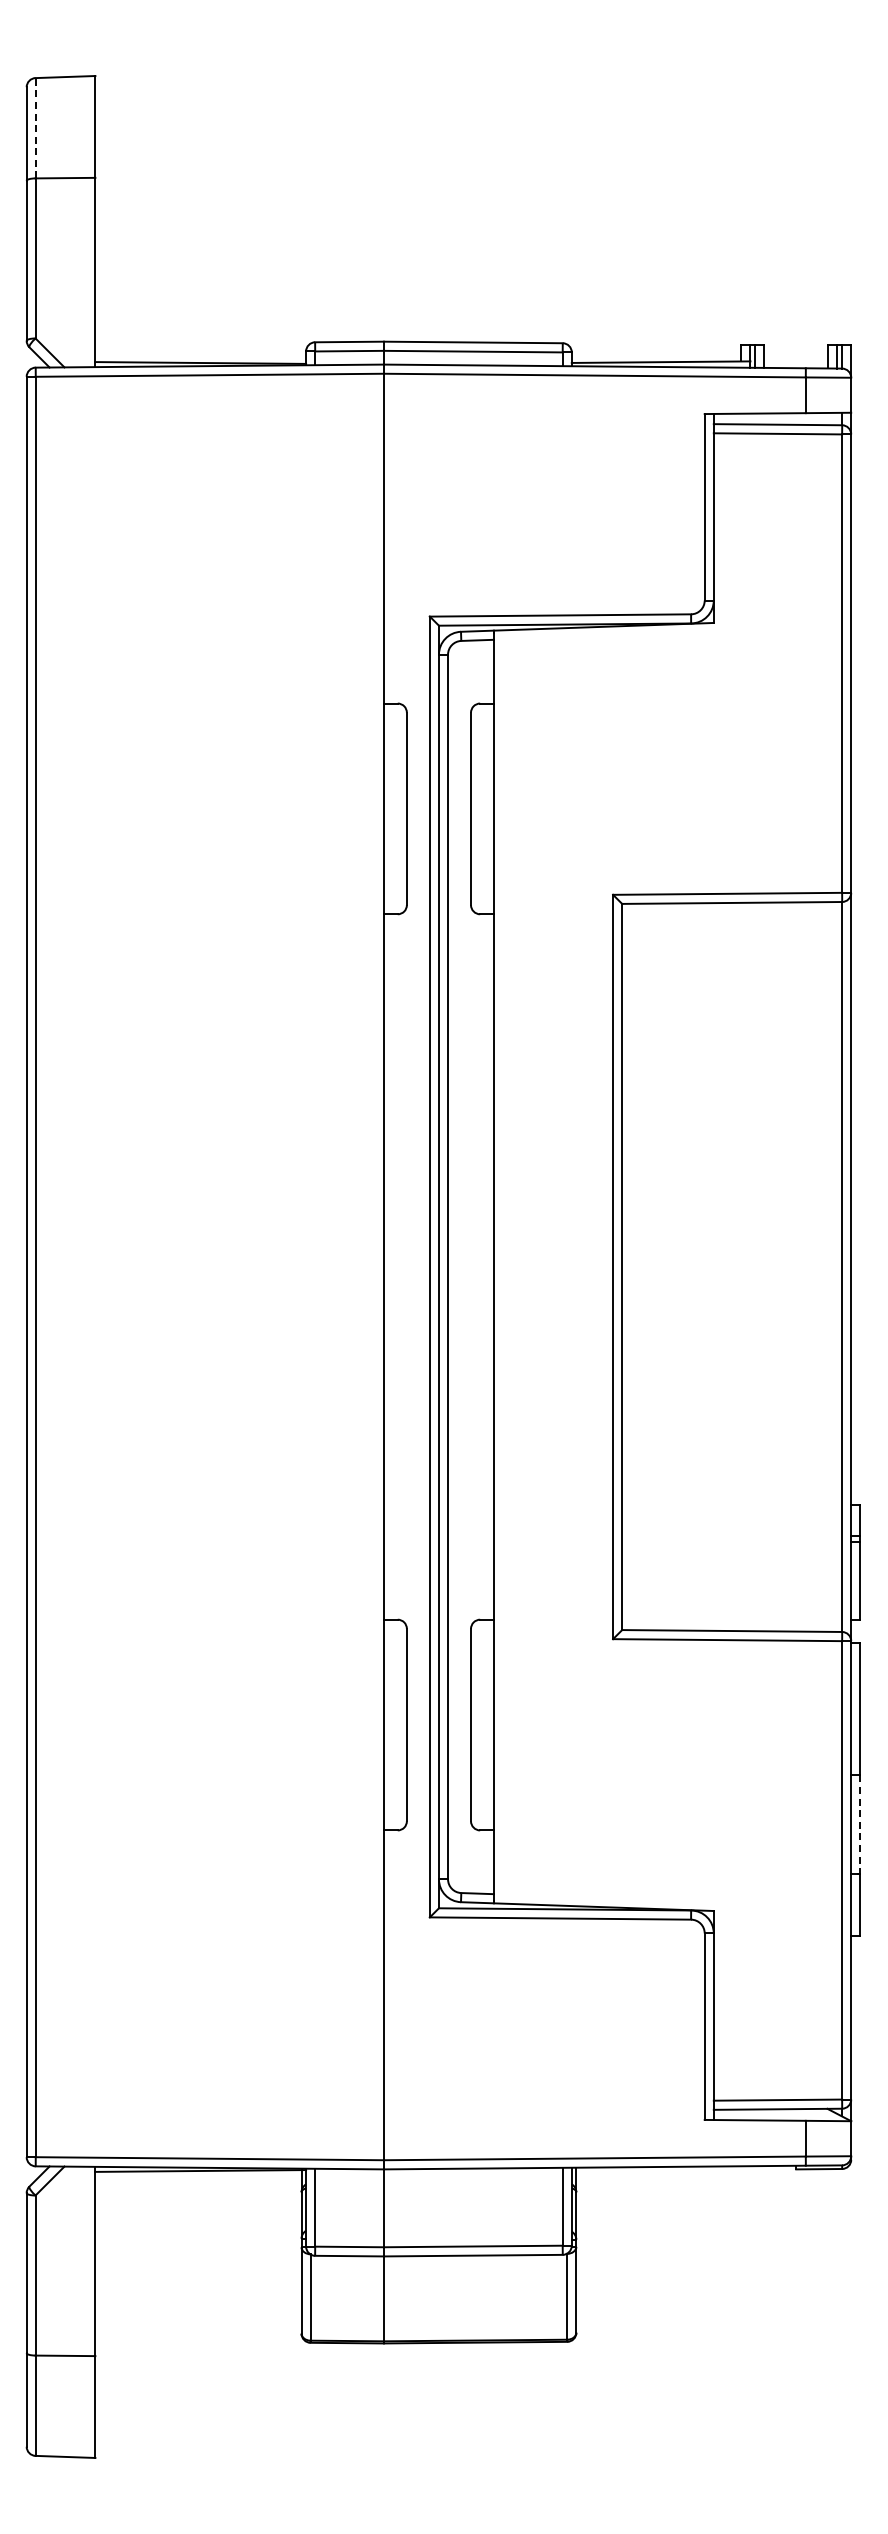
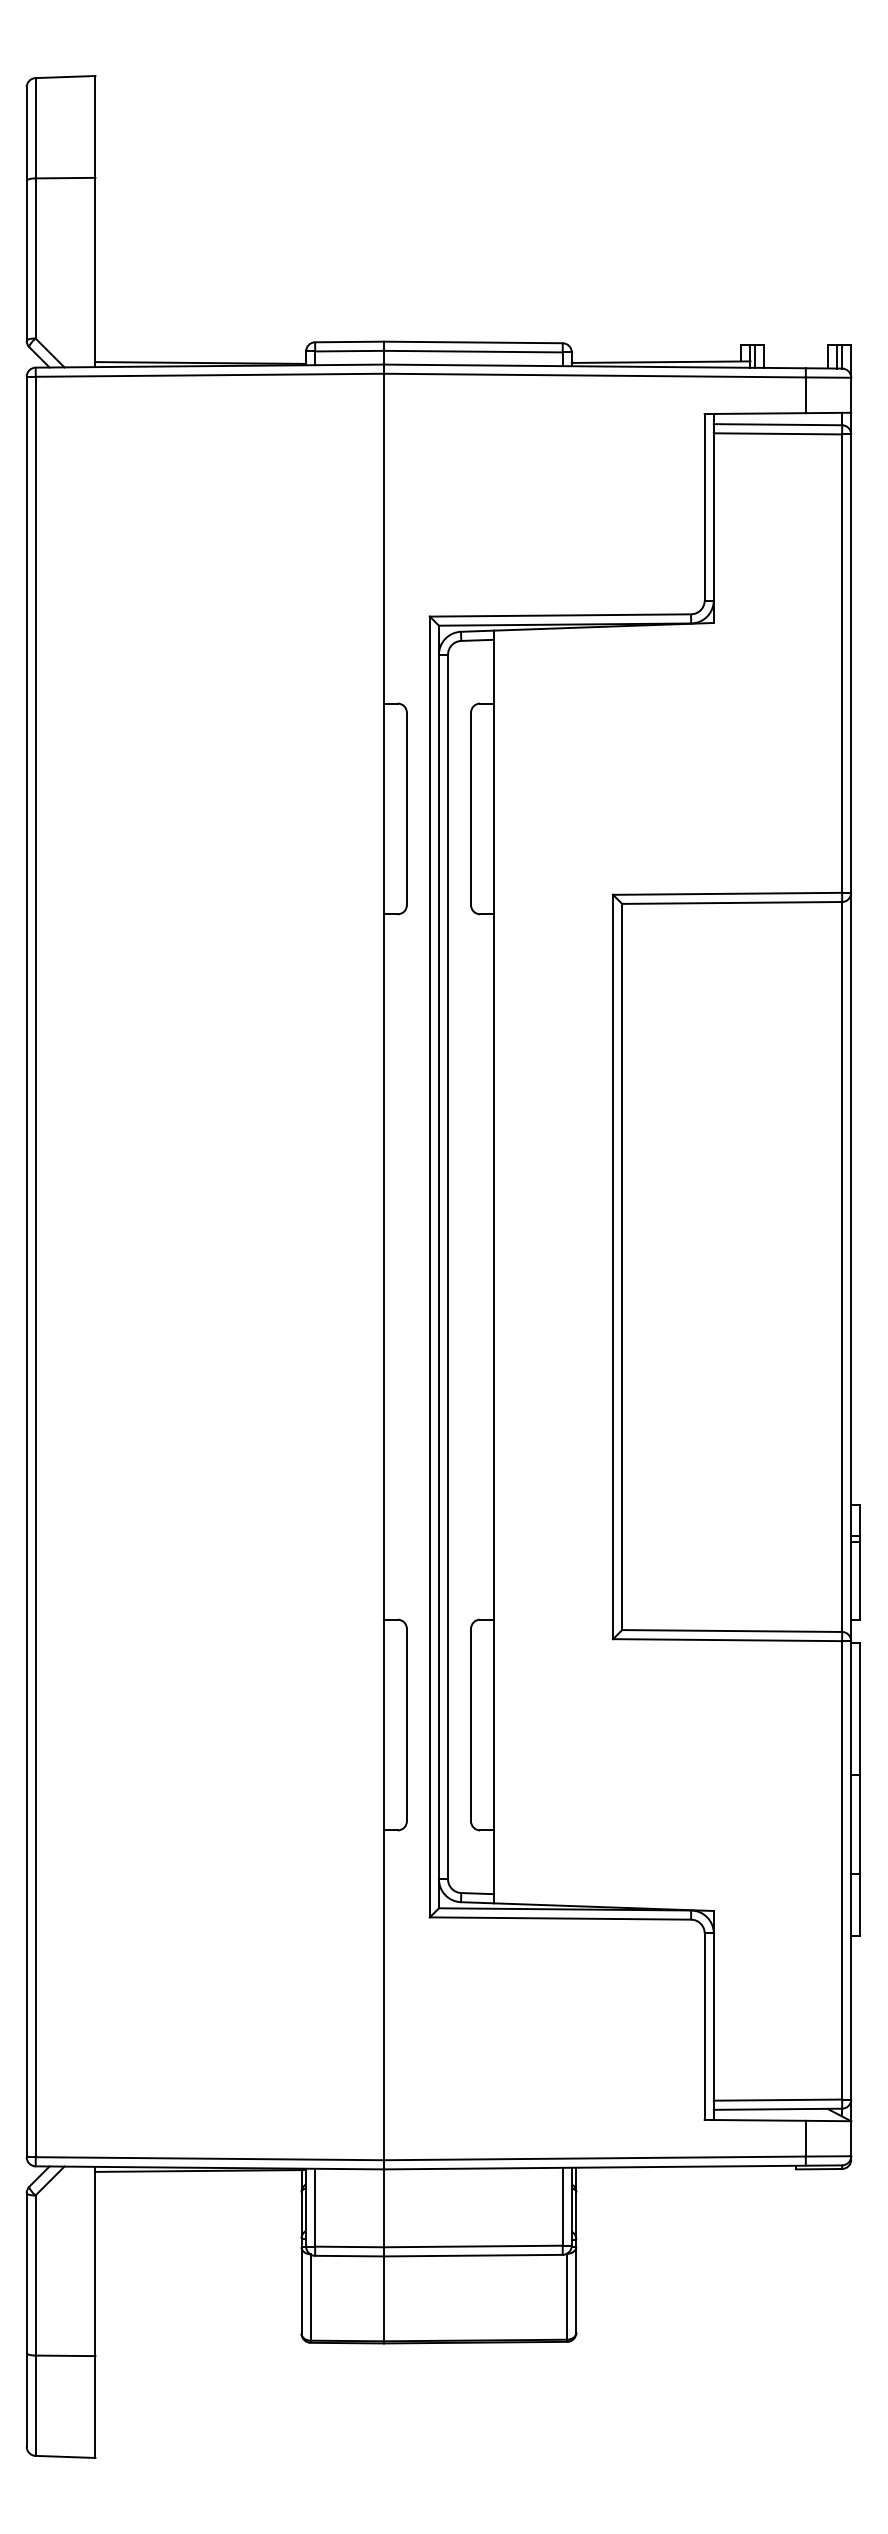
line at (35, 127): dashed -> solid
line at (860, 1825): dashed -> solid
